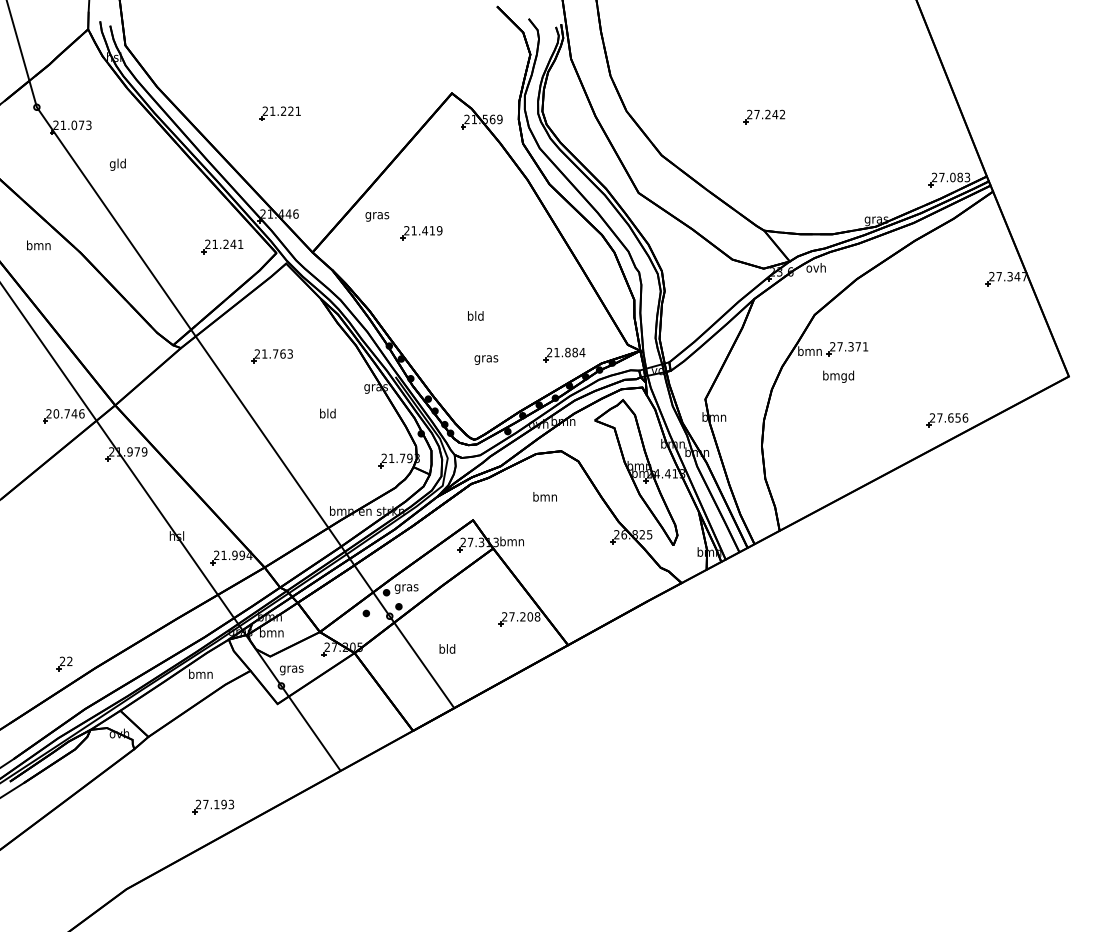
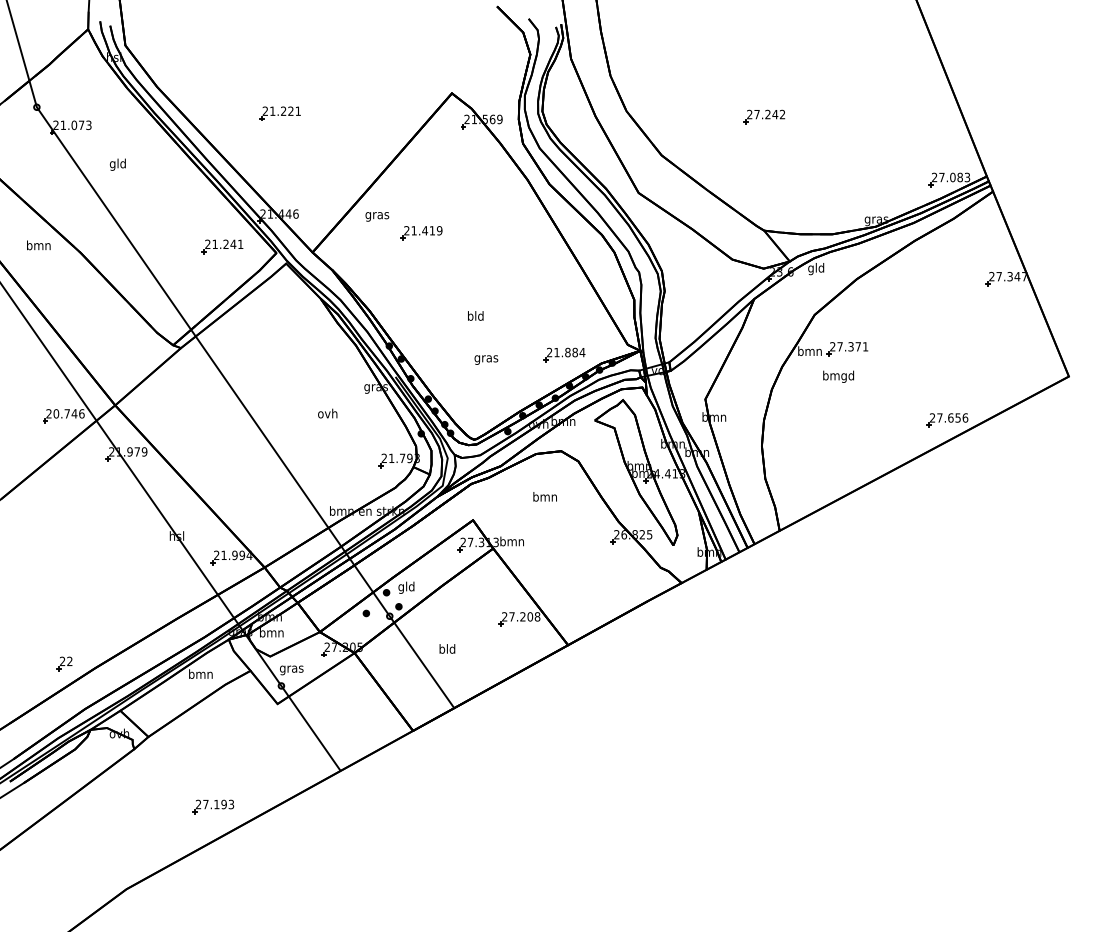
text at (815, 269): ovh -> gld
part at (271, 356): present -> none
text at (327, 413): bld -> ovh
text at (406, 587): gras -> gld
